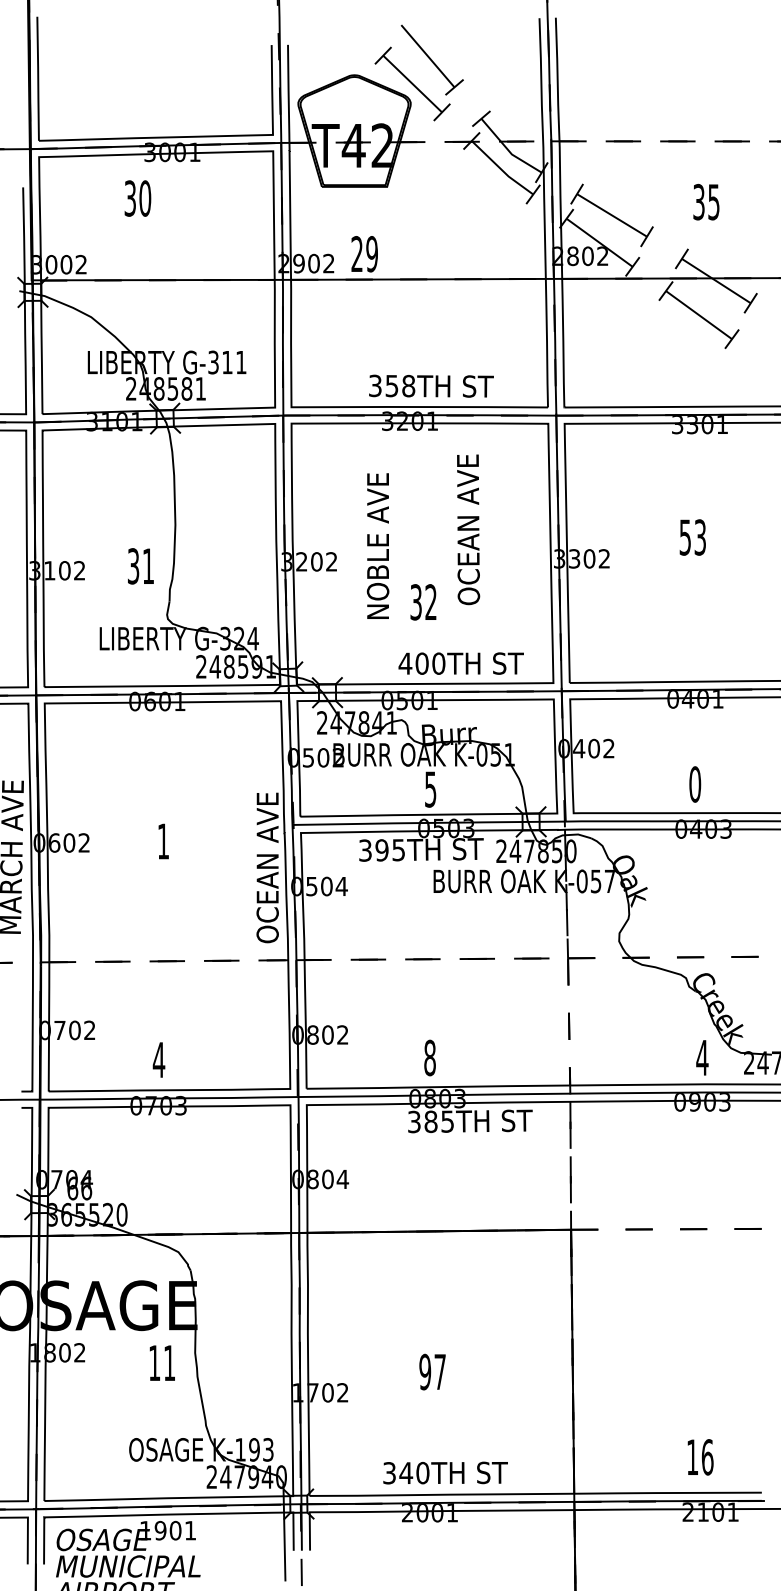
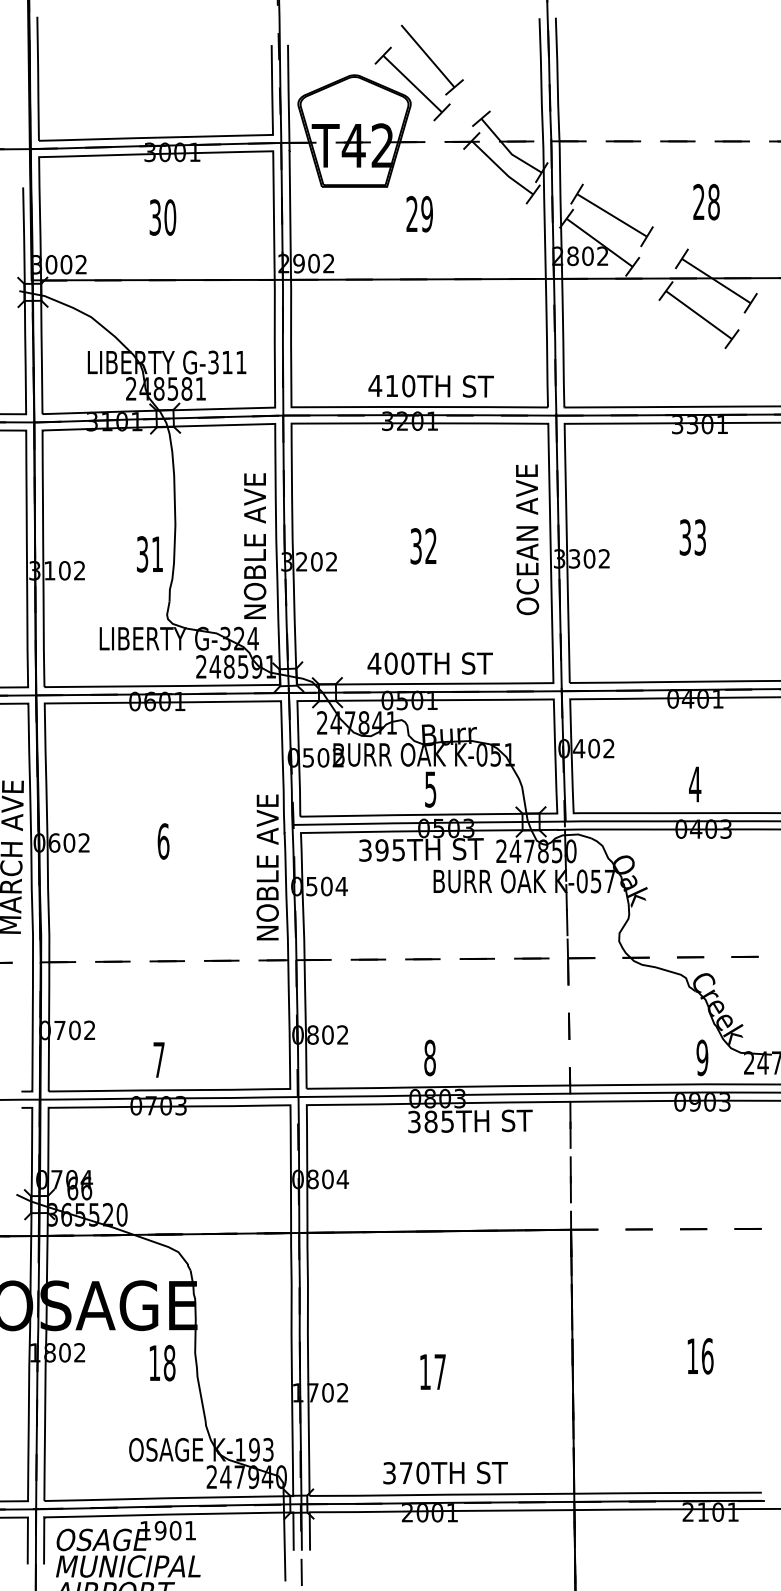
text at (137, 198) position: (137, 198) -> (162, 217)
text at (706, 202): 35 -> 28
text at (364, 254) position: (364, 254) -> (419, 214)
text at (391, 385): 358TH -> 410TH
text at (468, 529) position: (468, 529) -> (527, 539)
text at (685, 537): 53 -> 33
text at (377, 545) position: (377, 545) -> (254, 545)
text at (140, 566) position: (140, 566) -> (149, 554)
text at (423, 602) position: (423, 602) -> (423, 546)
text at (460, 663) position: (460, 663) -> (429, 663)
text at (695, 784): 0 -> 4
text at (163, 841): 1 -> 6
text at (267, 867): OCEAN AVE -> NOBLE AVE
text at (702, 1057): 4 -> 9
text at (158, 1059): 4 -> 7
text at (169, 1362): 11 -> 18
text at (425, 1371): 97 -> 17
text at (700, 1457) position: (700, 1457) -> (700, 1356)
text at (406, 1472): 340TH -> 370TH
